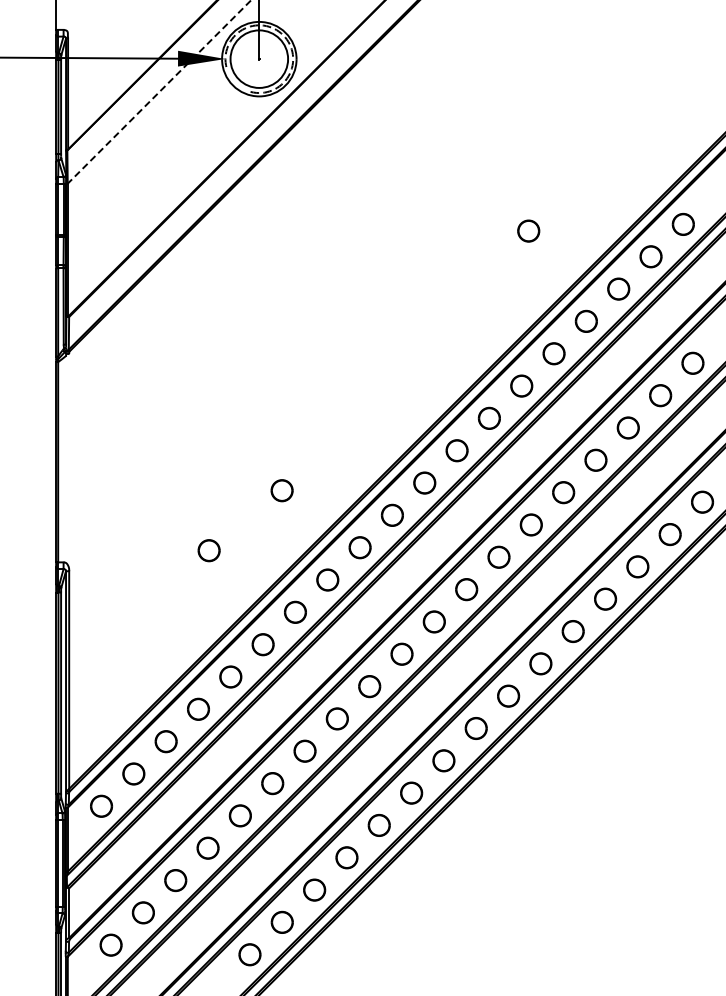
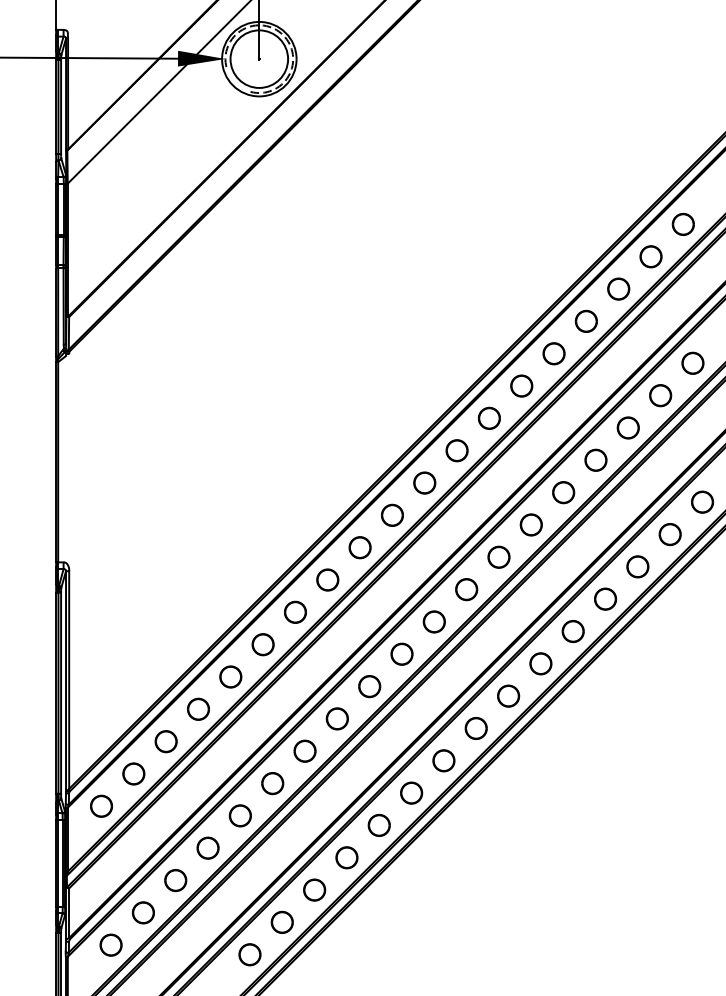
line at (159, 91): dashed -> solid
part at (528, 230): present -> none
part at (281, 490): present -> none
part at (208, 550): present -> none
